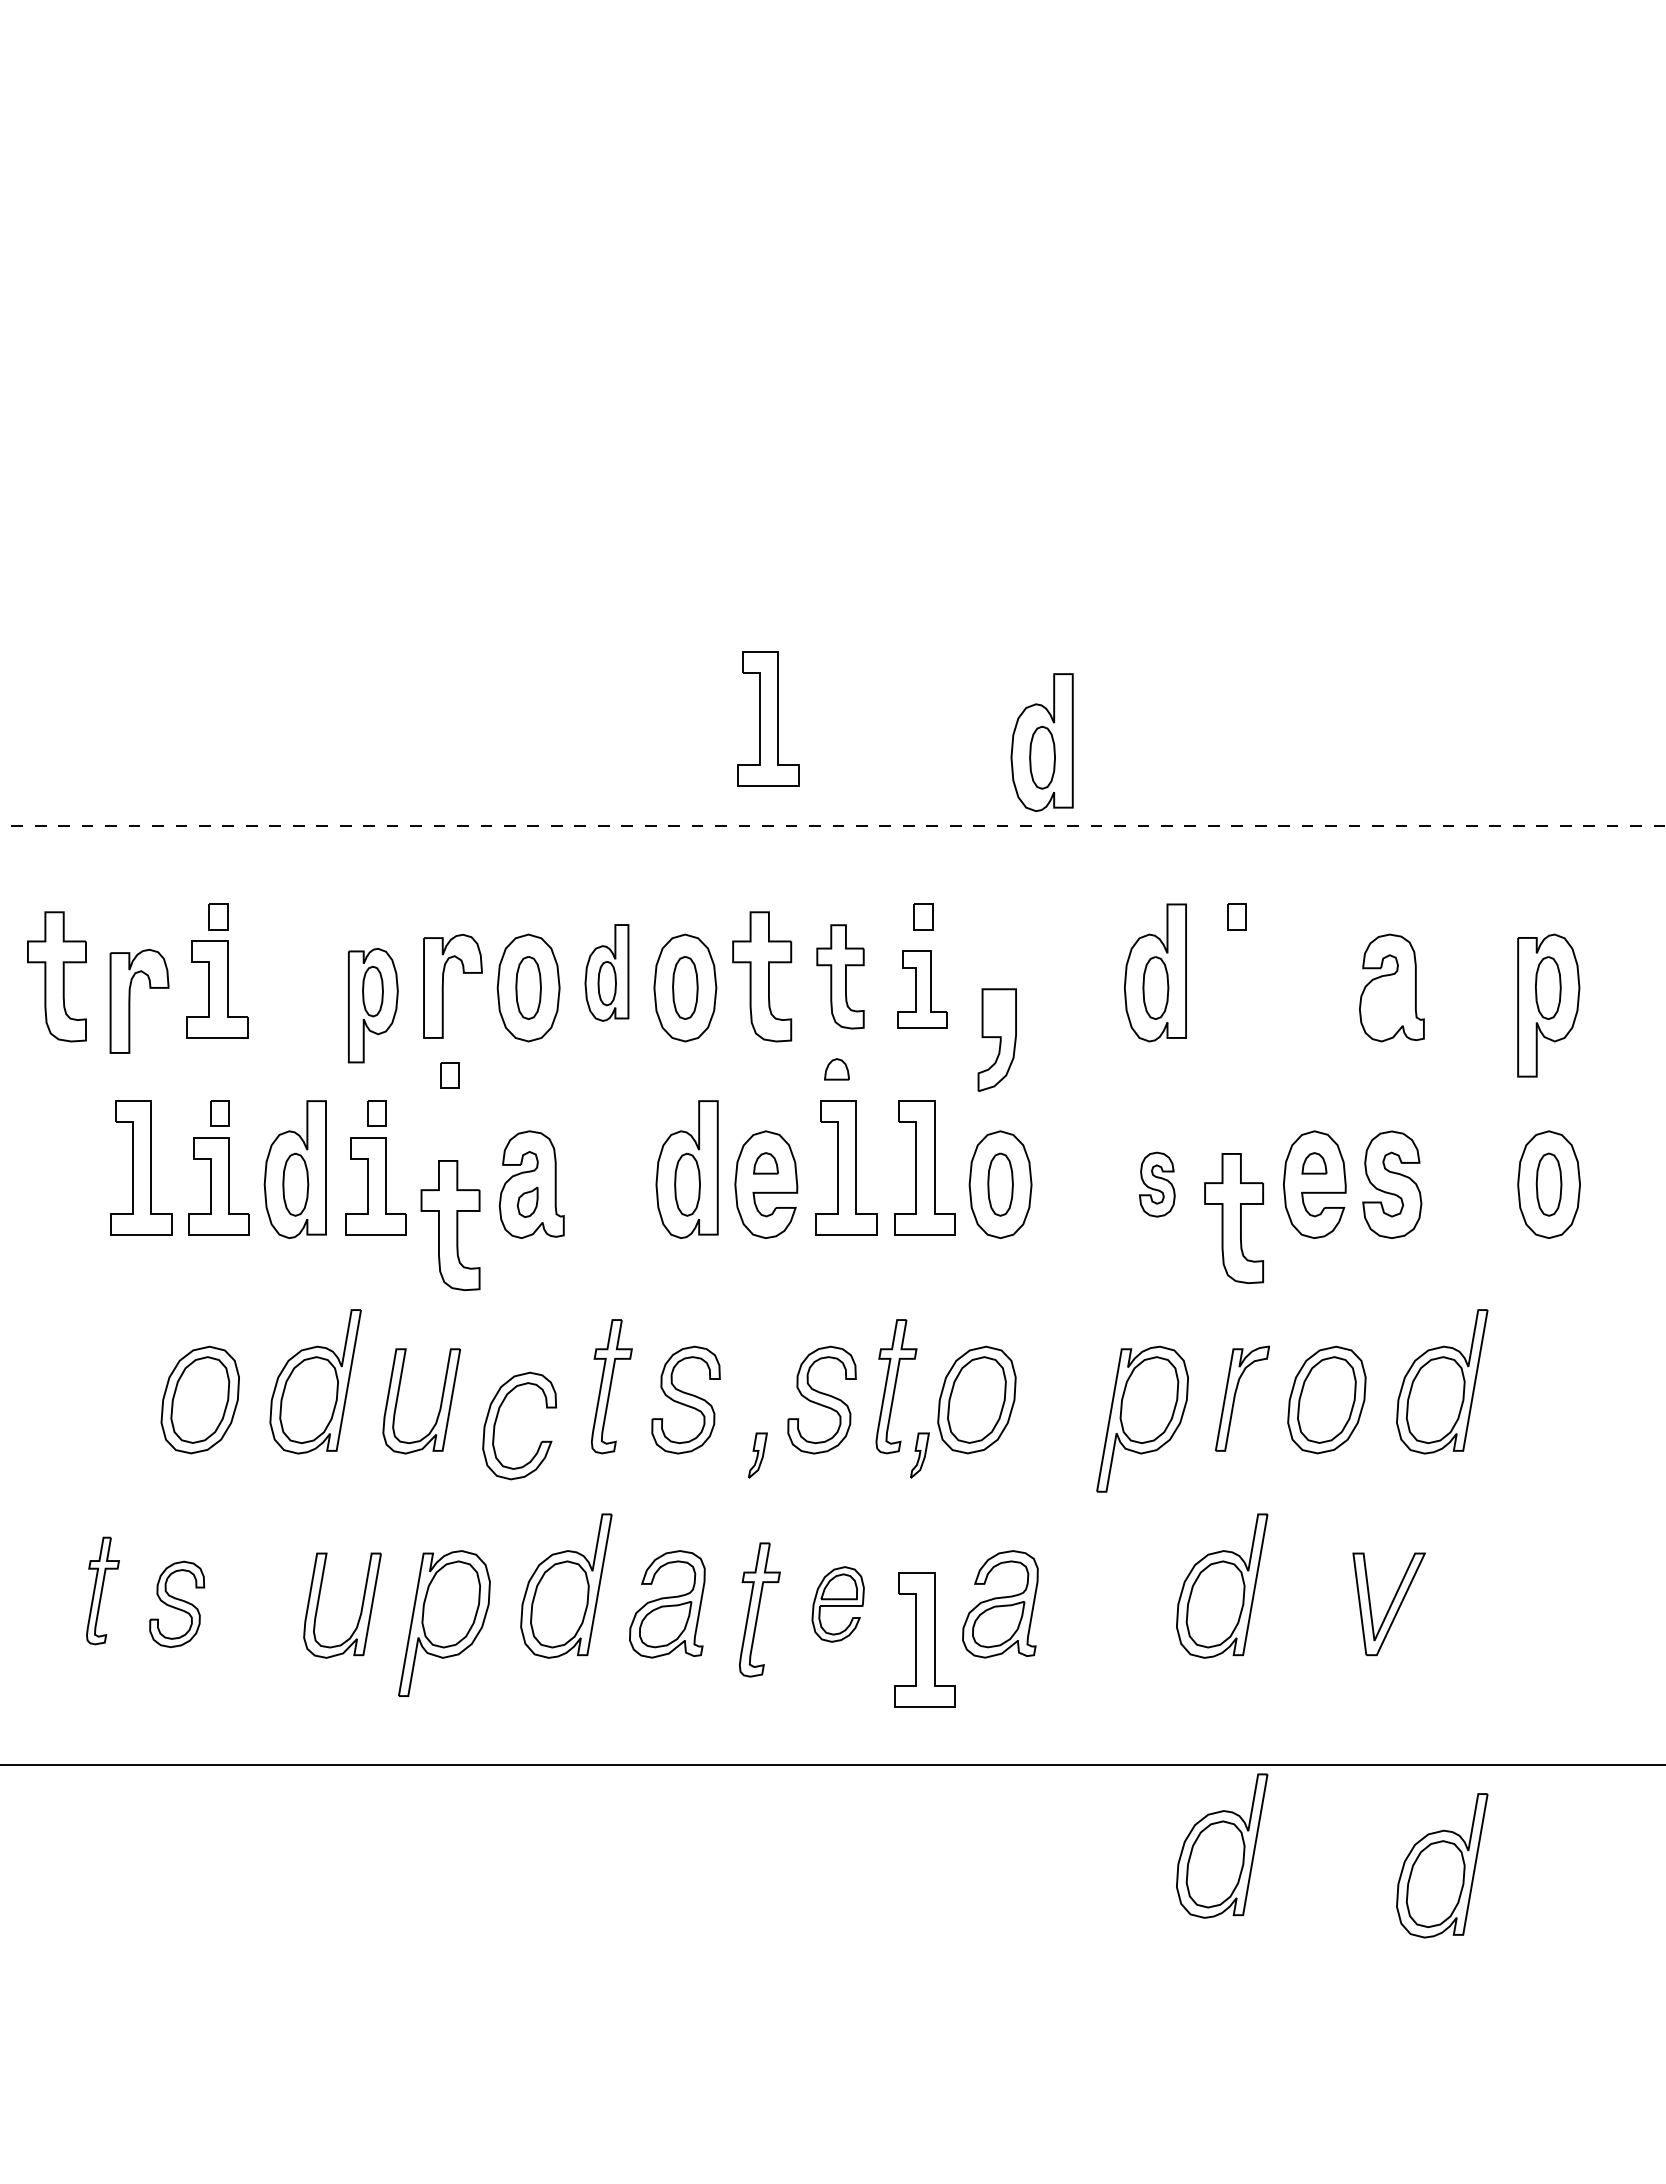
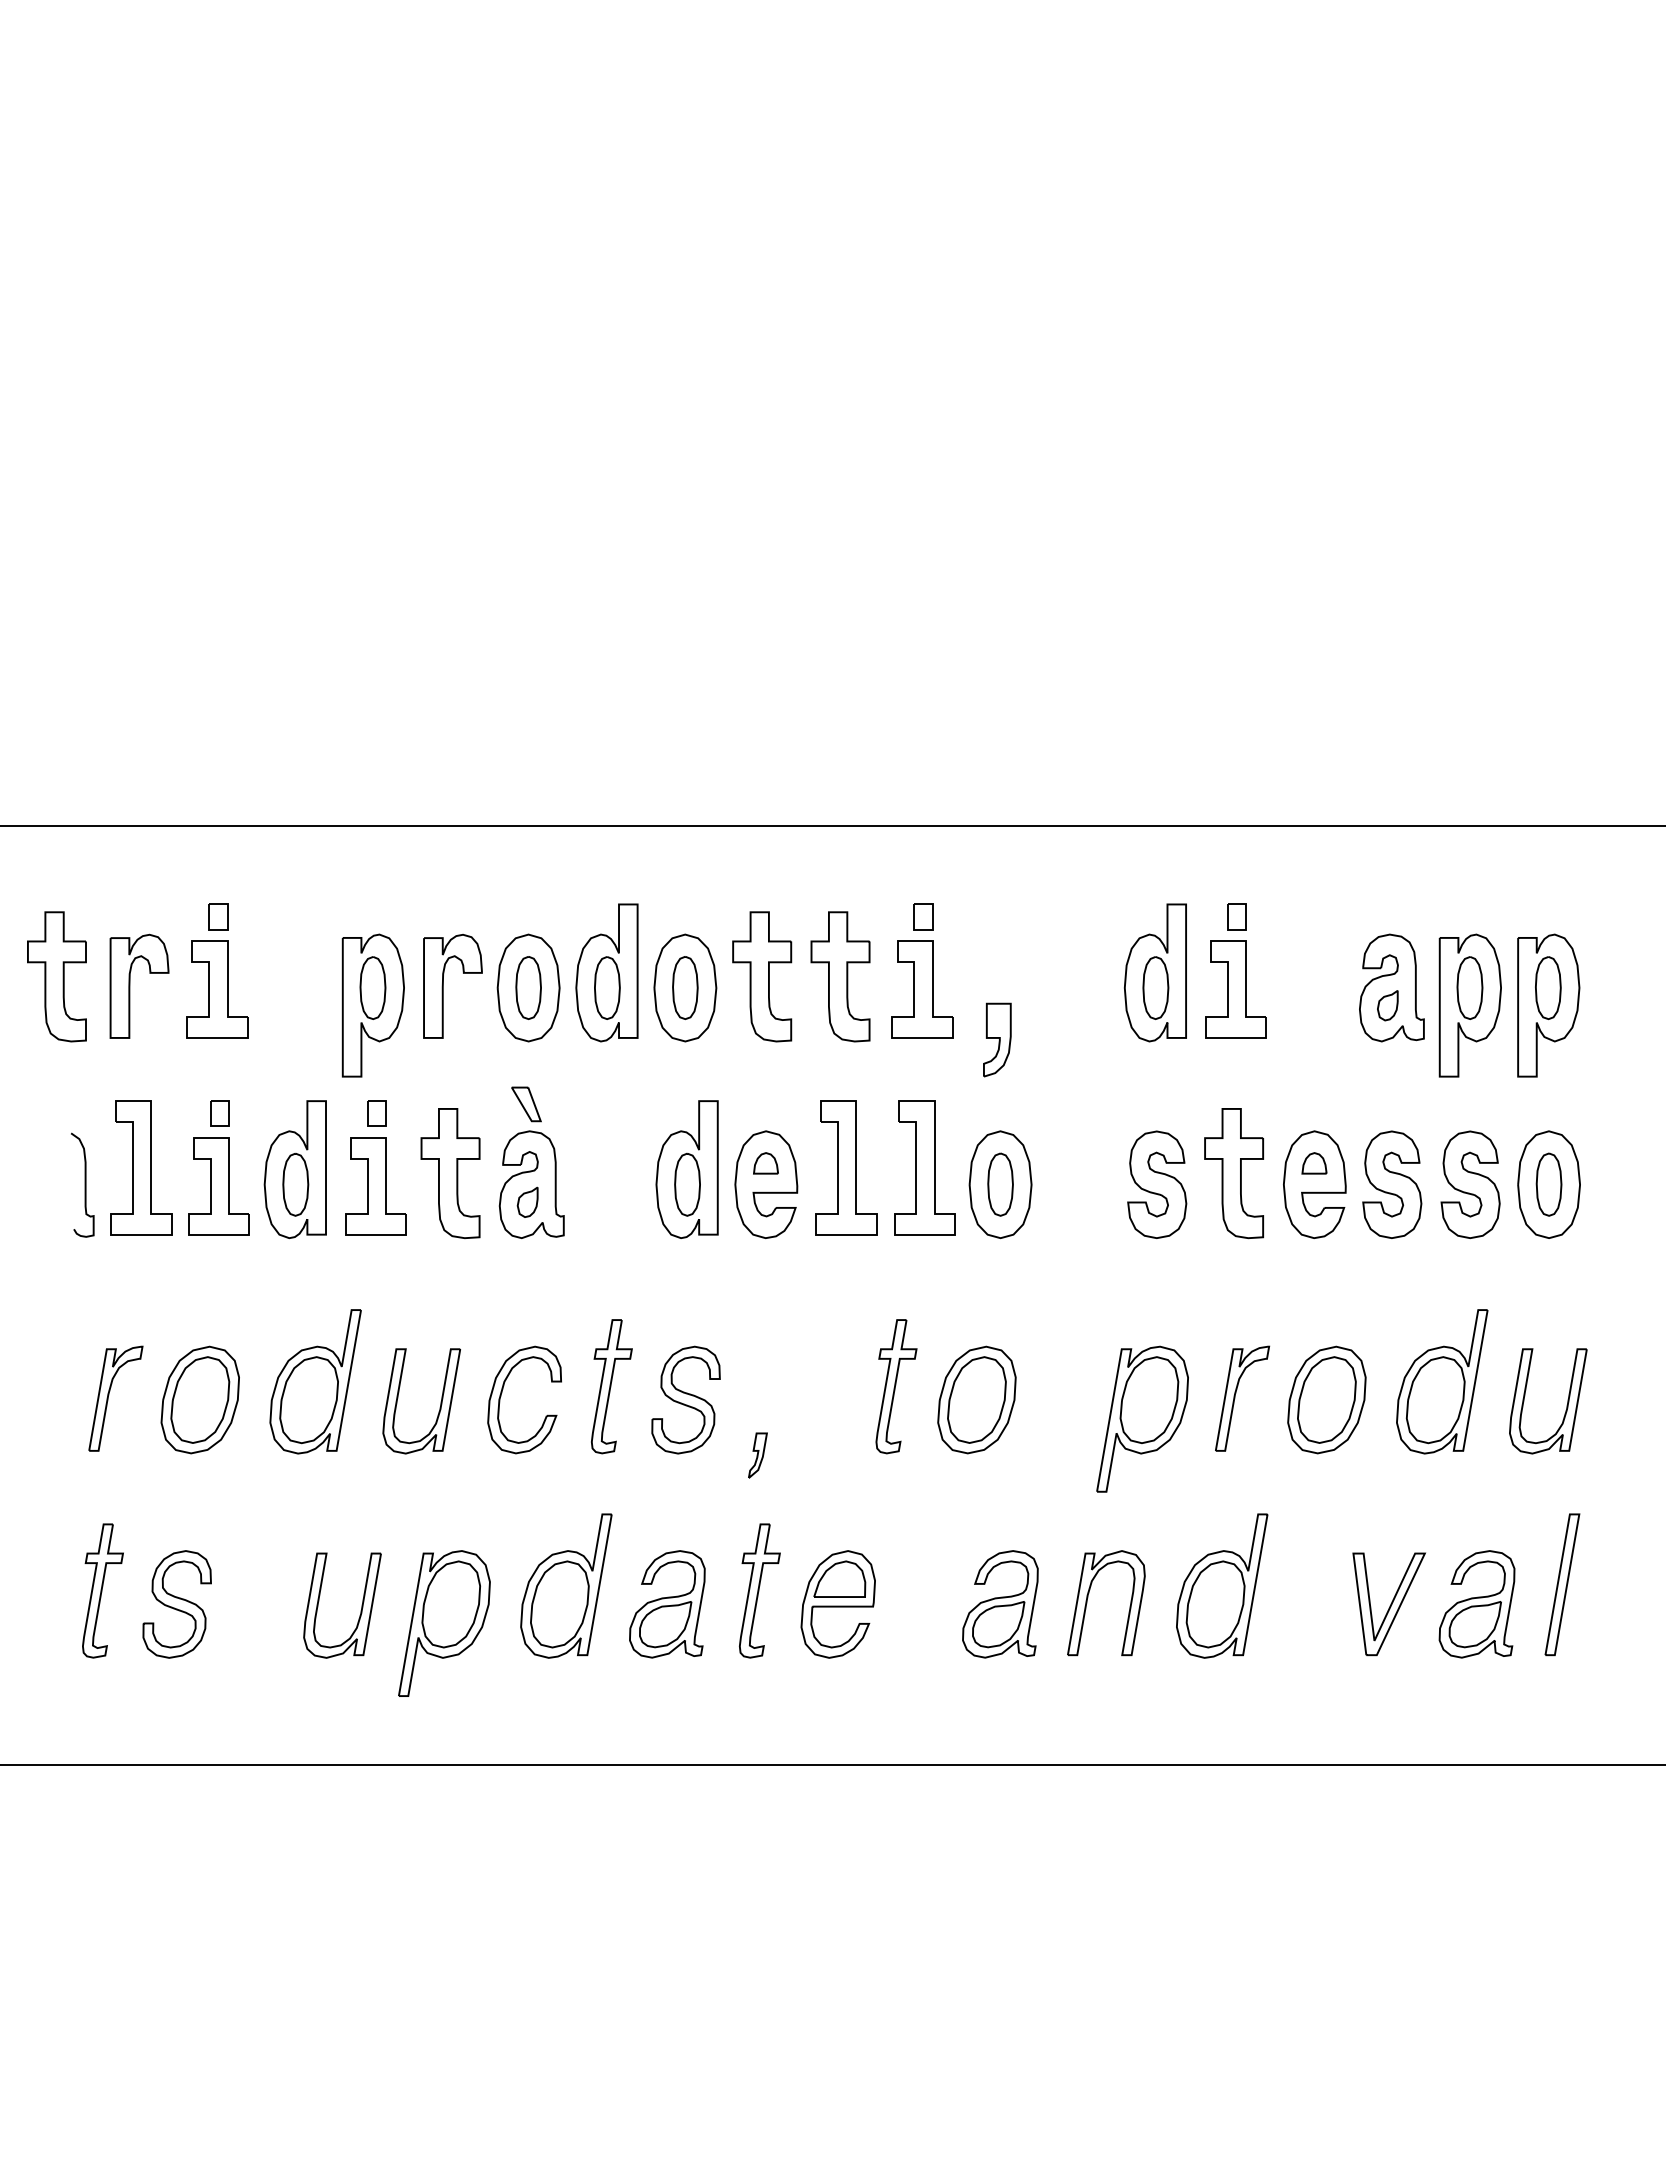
part at (768, 718): present -> none
part at (1041, 742): present -> none
line at (832, 826): dashed -> solid
part at (606, 972) size: 46x98 px -> 64x140 px
part at (840, 976) size: 49x106 px -> 61x132 px
part at (922, 989) size: 51x79 px -> 63x99 px
part at (1235, 989): none -> present
part at (130, 1000) position: (130, 1000) -> (130, 985)
part at (373, 1005) size: 51x117 px -> 64x145 px
part at (1387, 1005): none -> present
part at (1469, 1005): none -> present
part at (996, 1039) size: 40x104 px -> 29x76 px
part at (836, 1069): present -> none
part at (449, 1075): present -> none
part at (526, 1104): none -> present
curve at (84, 1184): none -> present
part at (1157, 1184) size: 37x67 px -> 61x109 px
part at (1470, 1184): none -> present
part at (1233, 1218) position: (1233, 1218) -> (1233, 1173)
part at (450, 1225) position: (450, 1225) -> (450, 1173)
part at (109, 1395): none -> present
part at (821, 1399): present -> none
part at (1566, 1405): none -> present
part at (497, 1419) position: (497, 1419) -> (502, 1393)
part at (919, 1455): present -> none
part at (1562, 1584): none -> present
part at (102, 1590) size: 34x110 px -> 42x136 px
part at (1088, 1597): none -> present
part at (177, 1604) size: 57x89 px -> 70x109 px
part at (837, 1604) size: 54x77 px -> 76x109 px
part at (1476, 1604): none -> present
part at (759, 1609) position: (759, 1609) -> (759, 1590)
part at (924, 1639): present -> none
part at (1222, 1845): present -> none
part at (1442, 1865): present -> none
